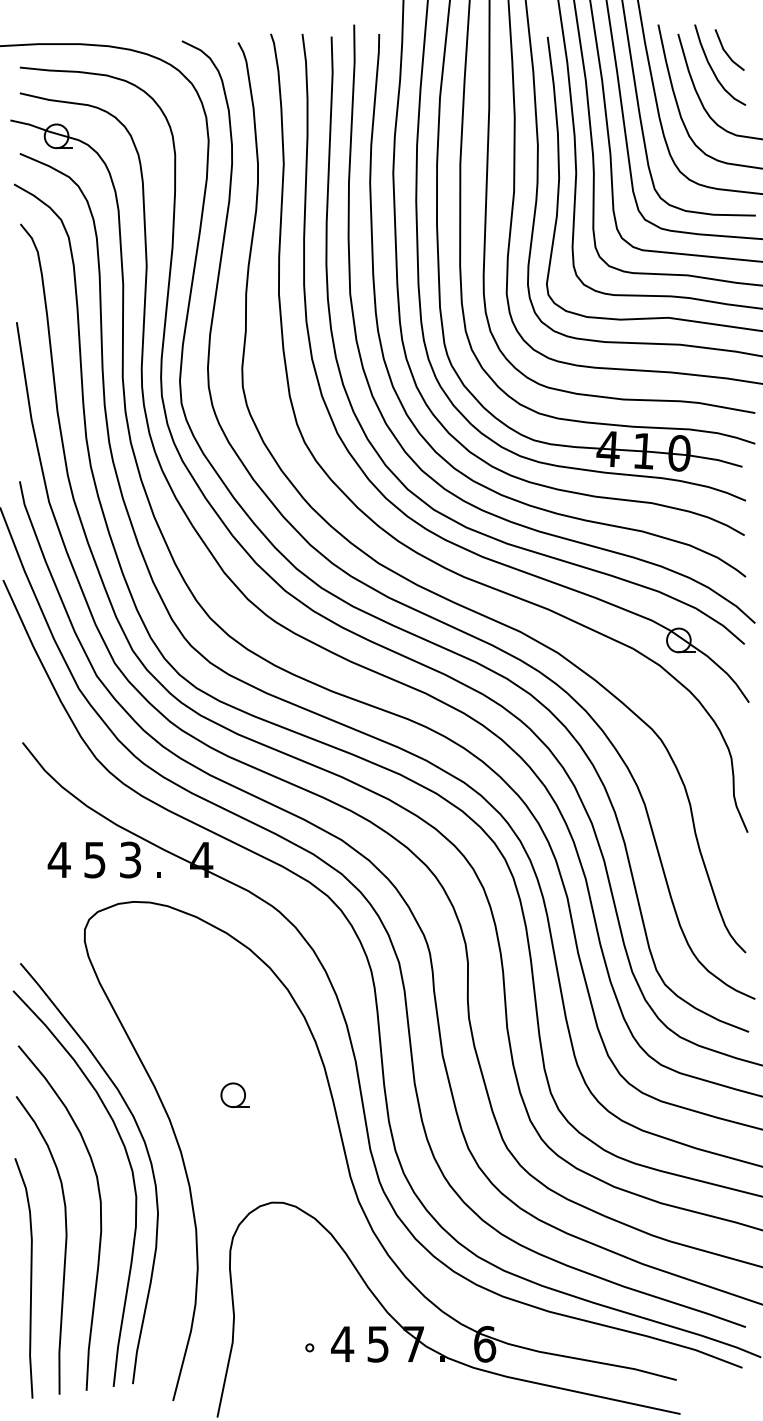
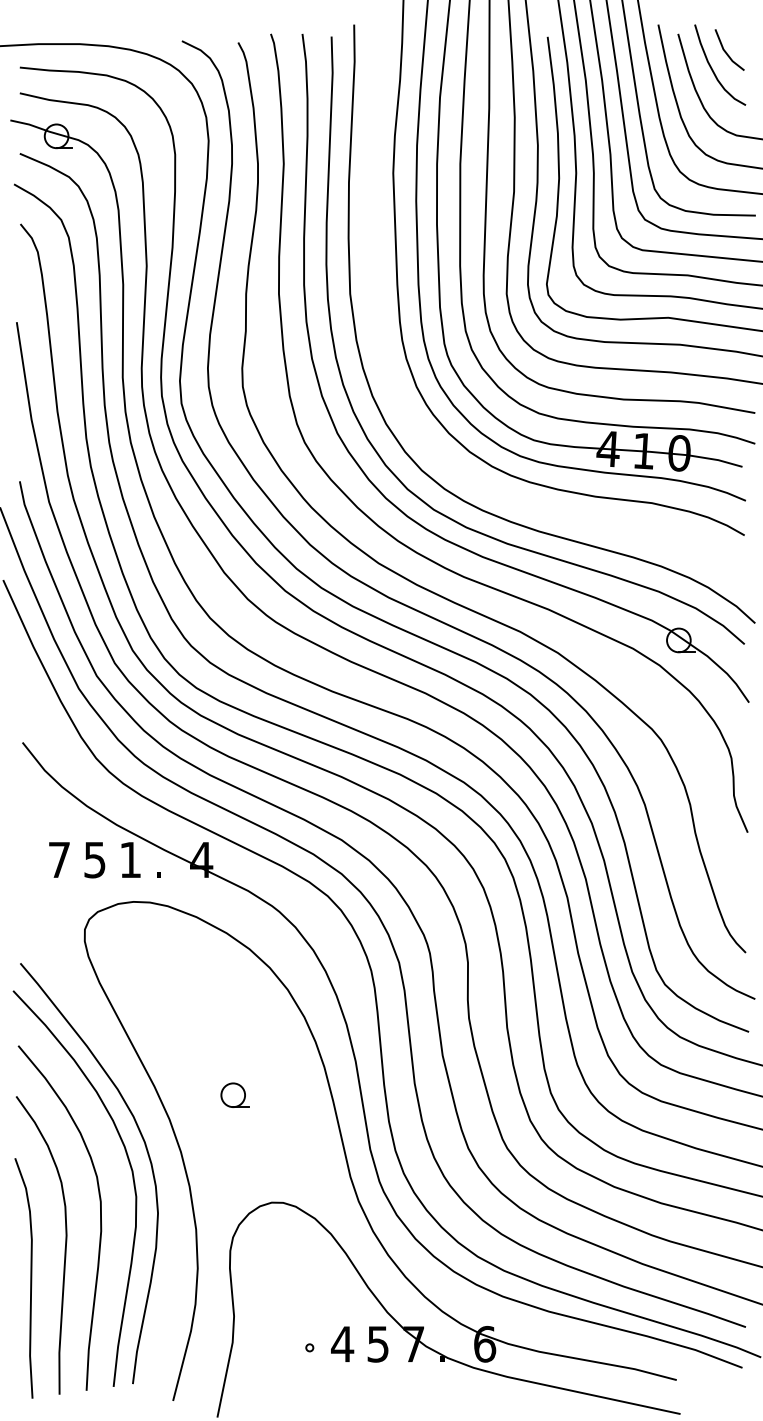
curve at (381, 341): present -> none
text at (58, 859): 4 -> 7
text at (130, 859): 3 -> 1
